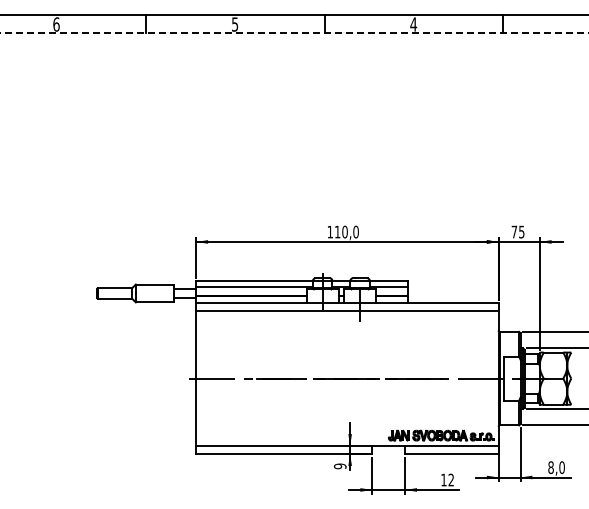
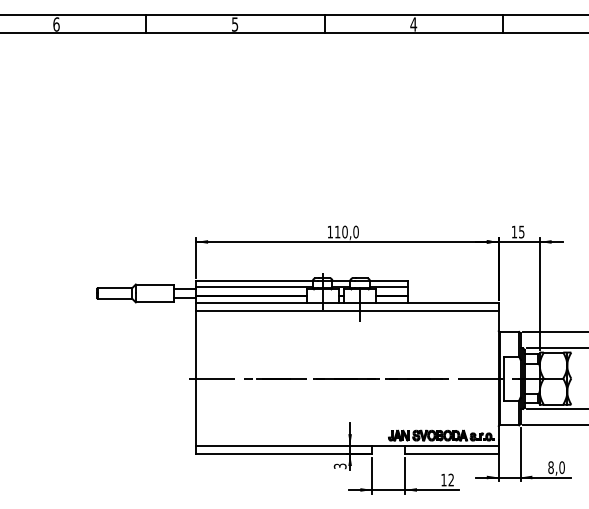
line at (294, 33): dashed -> solid
text at (514, 231): 75 -> 15
text at (340, 466): 9 -> 3
